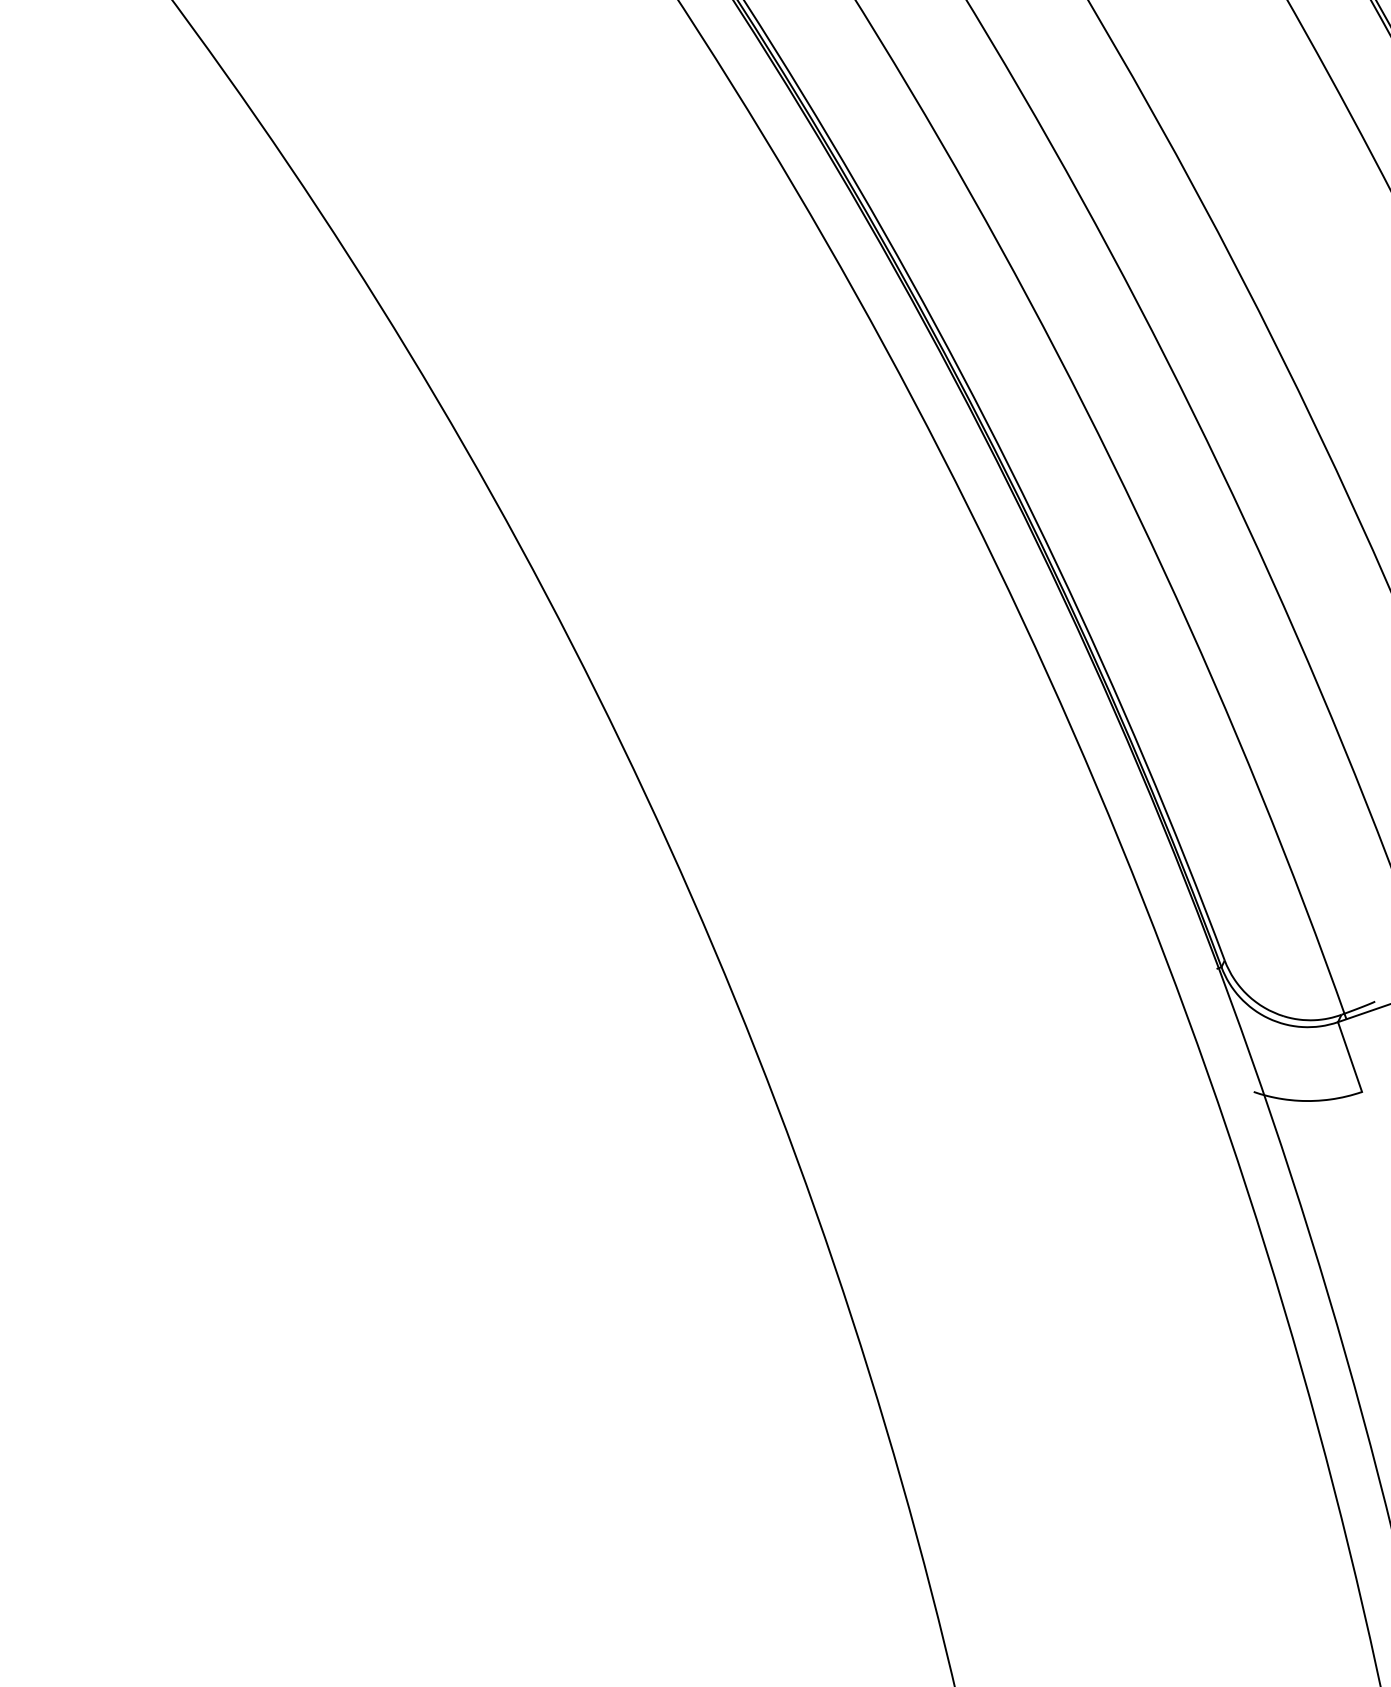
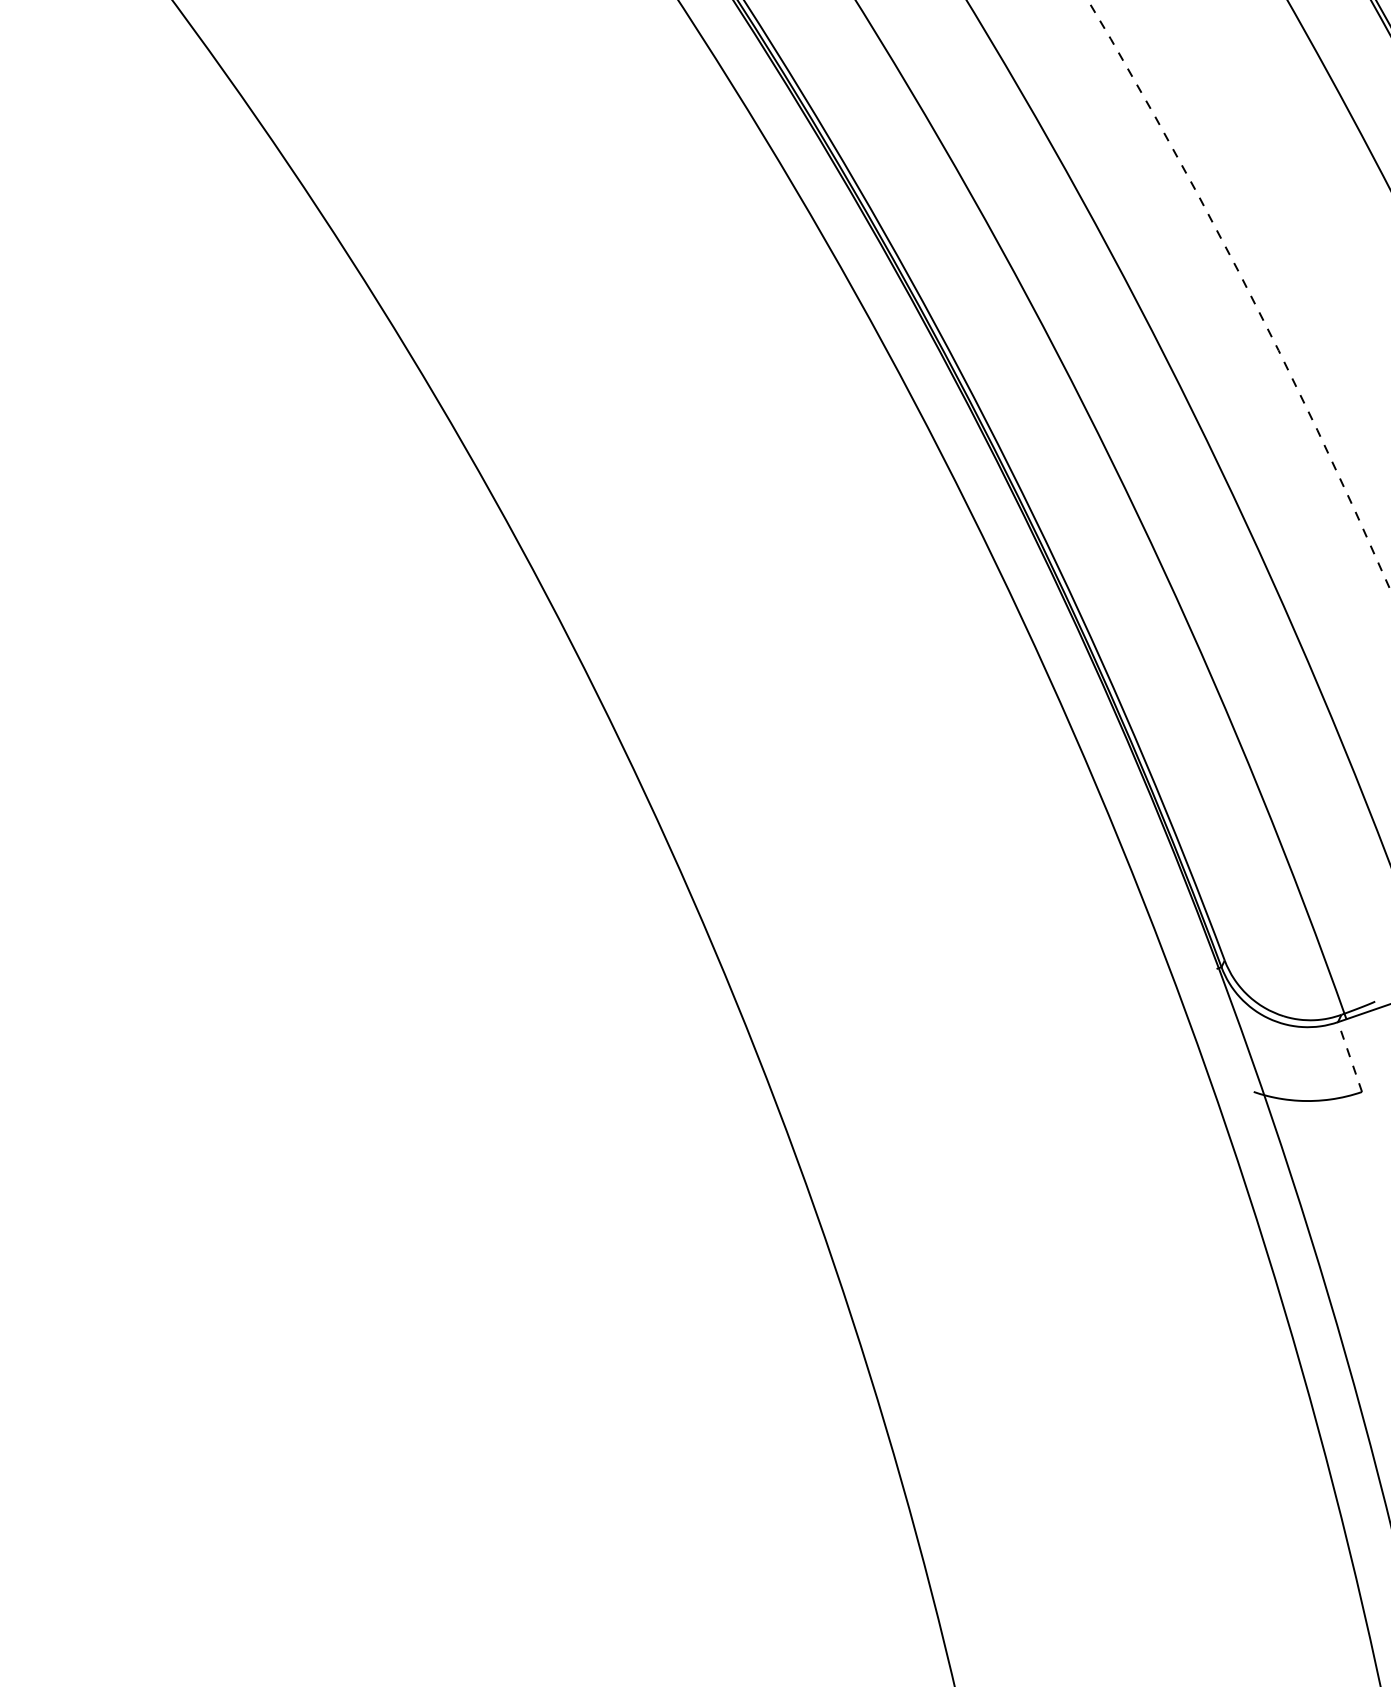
arc at (1248, 290): solid -> dashed
line at (1350, 1057): solid -> dashed
